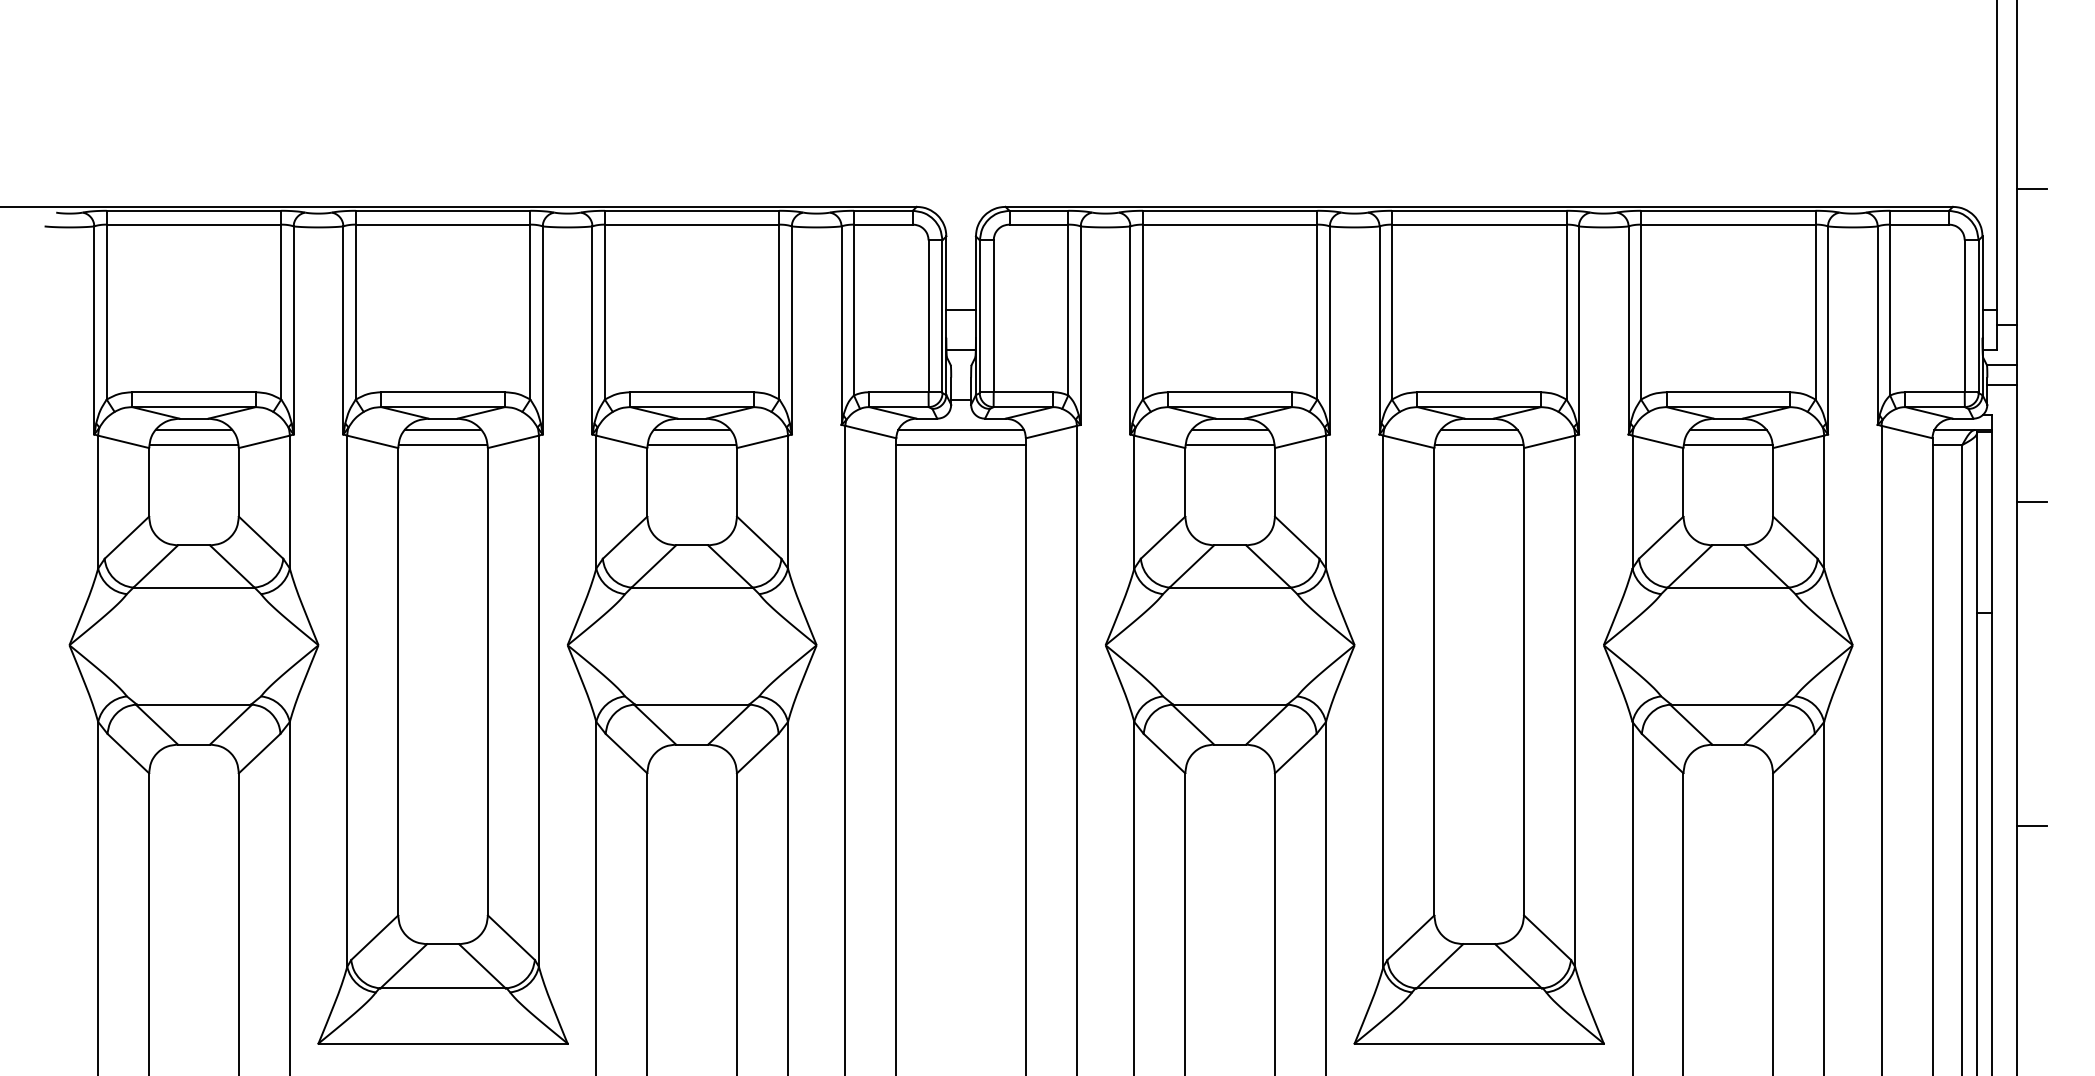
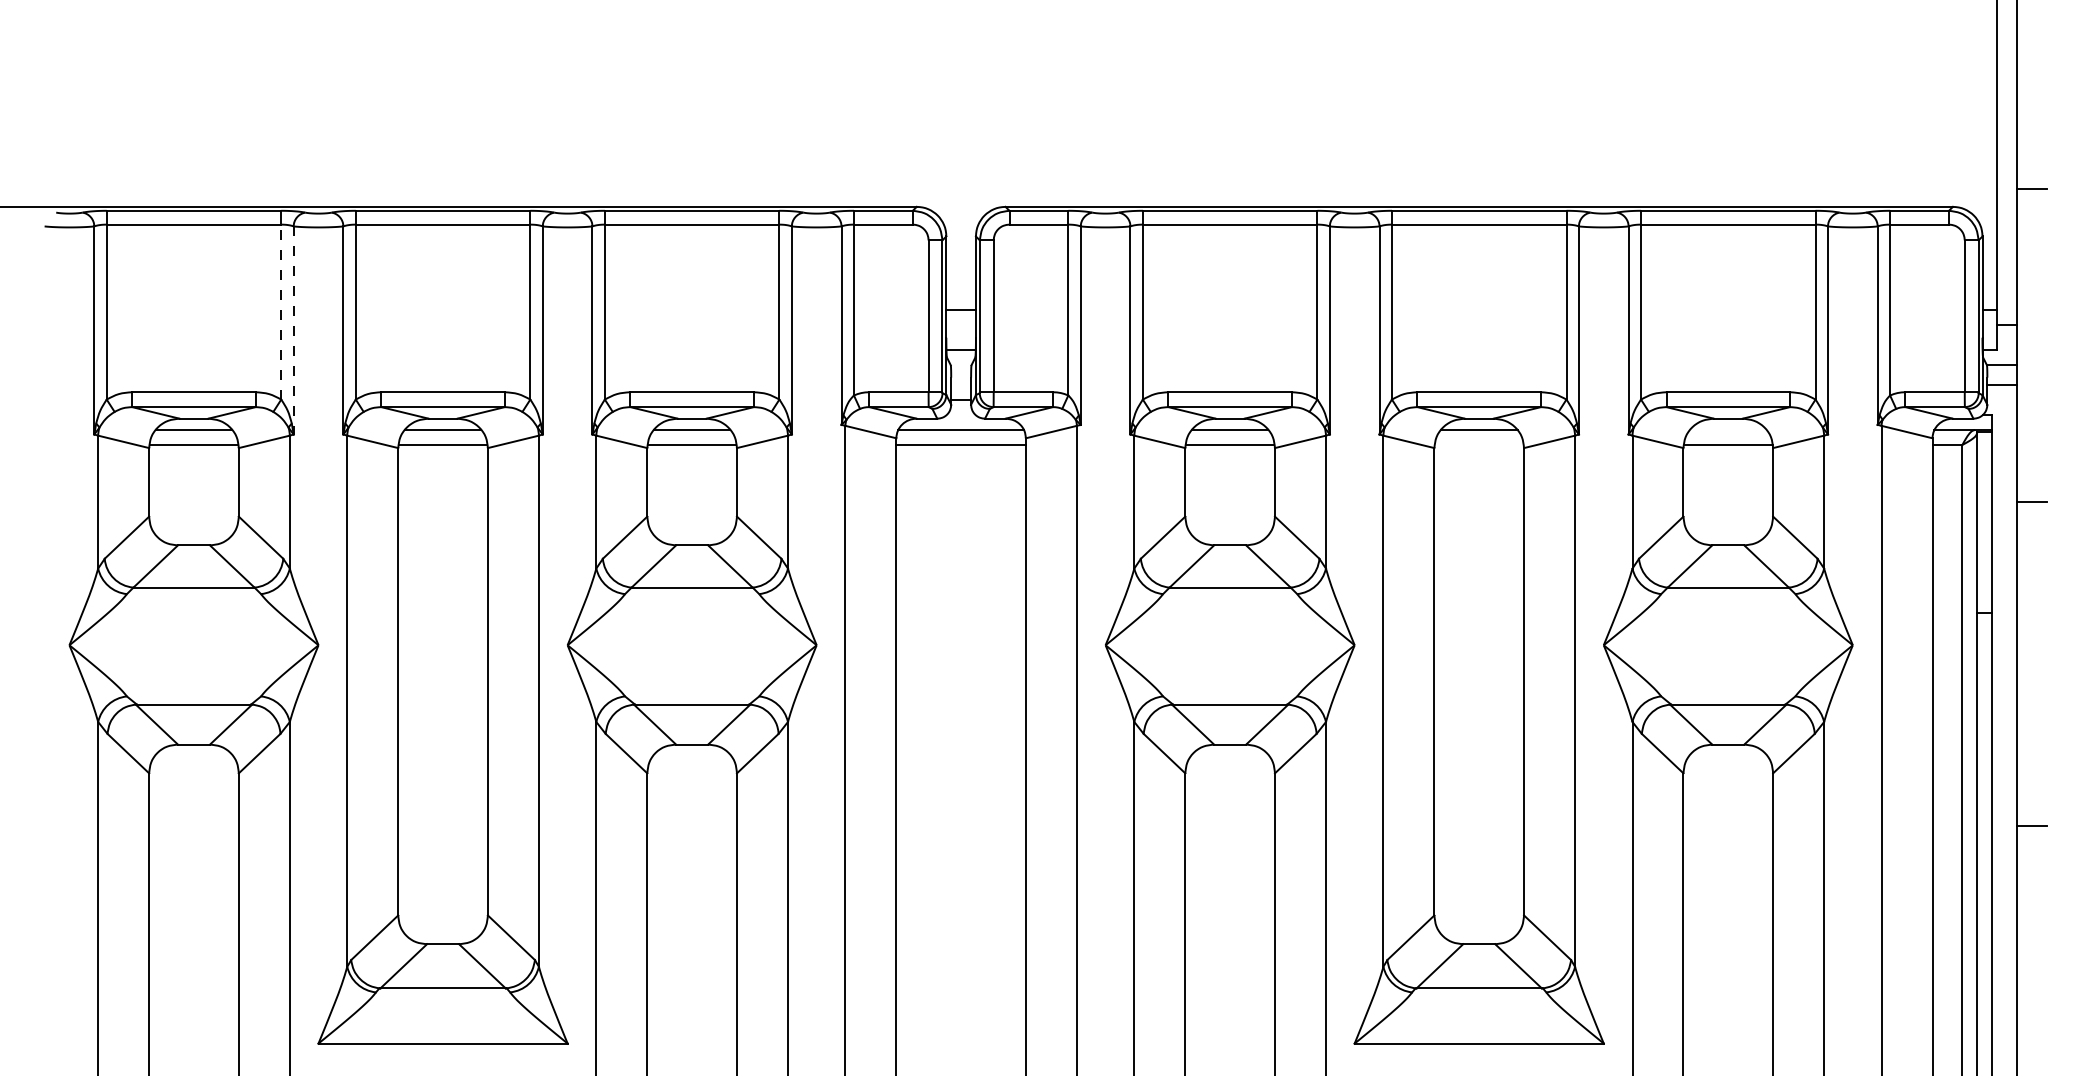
line at (281, 311): solid -> dashed
line at (293, 330): solid -> dashed
line at (1728, 430): present -> none
line at (1479, 444): present -> none
